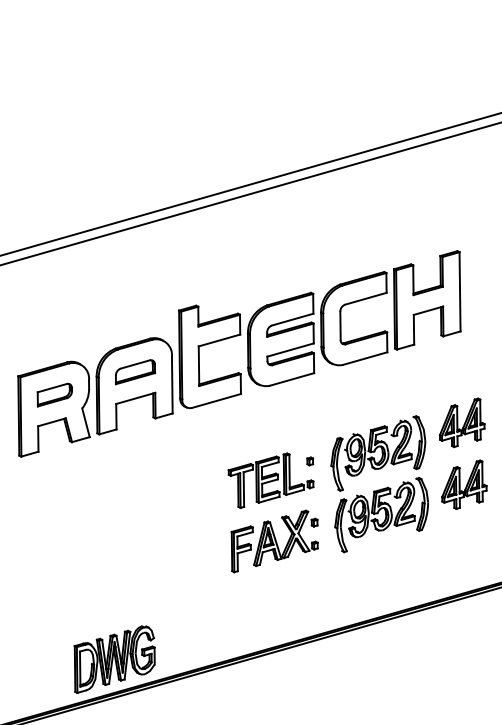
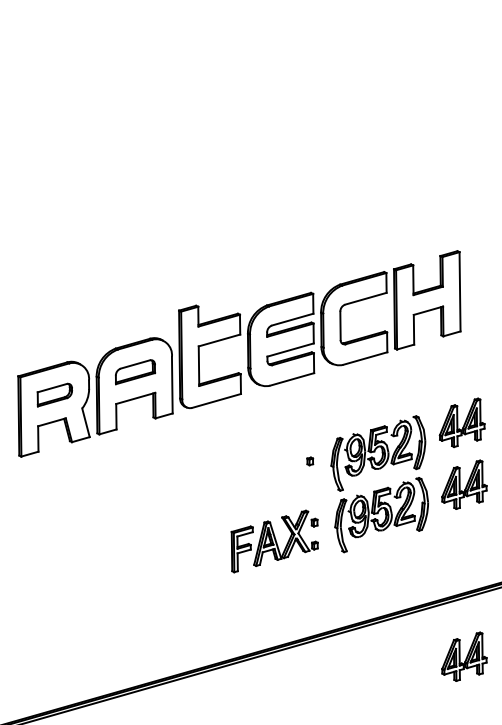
line at (250, 184): present -> none
line at (250, 193): present -> none
part at (270, 480): present -> none
part at (464, 656): none -> present
part at (114, 659): present -> none
